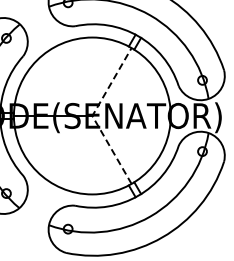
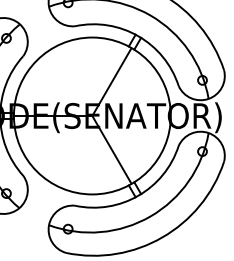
line at (92, 116): dashed -> solid
